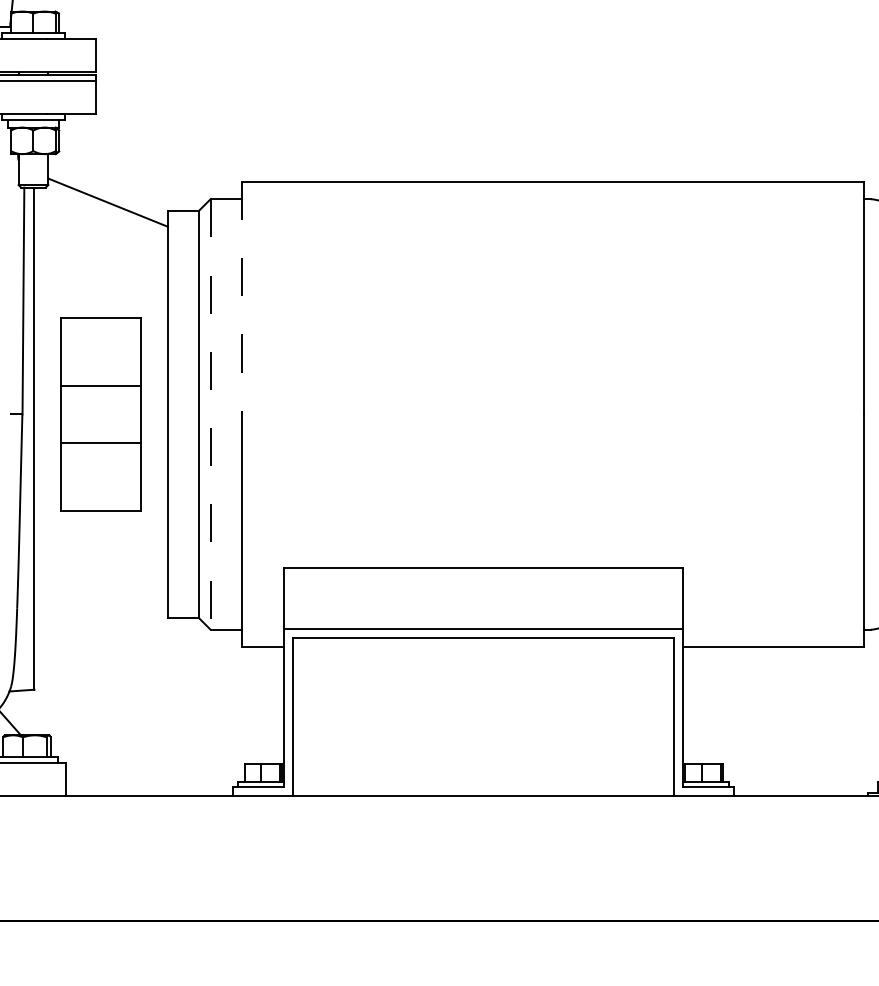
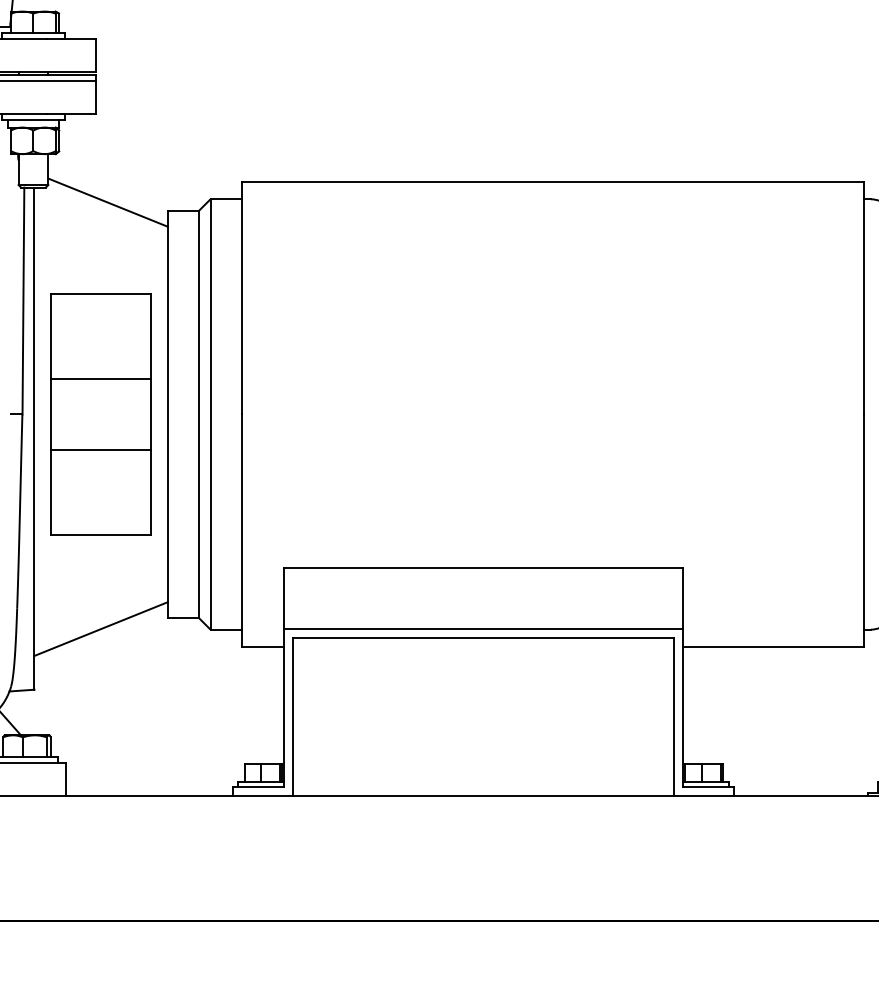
line at (241, 298): dashed -> solid
part at (100, 414) size: 82x195 px -> 102x243 px
line at (210, 414): dashed -> solid
line at (100, 628): none -> present
